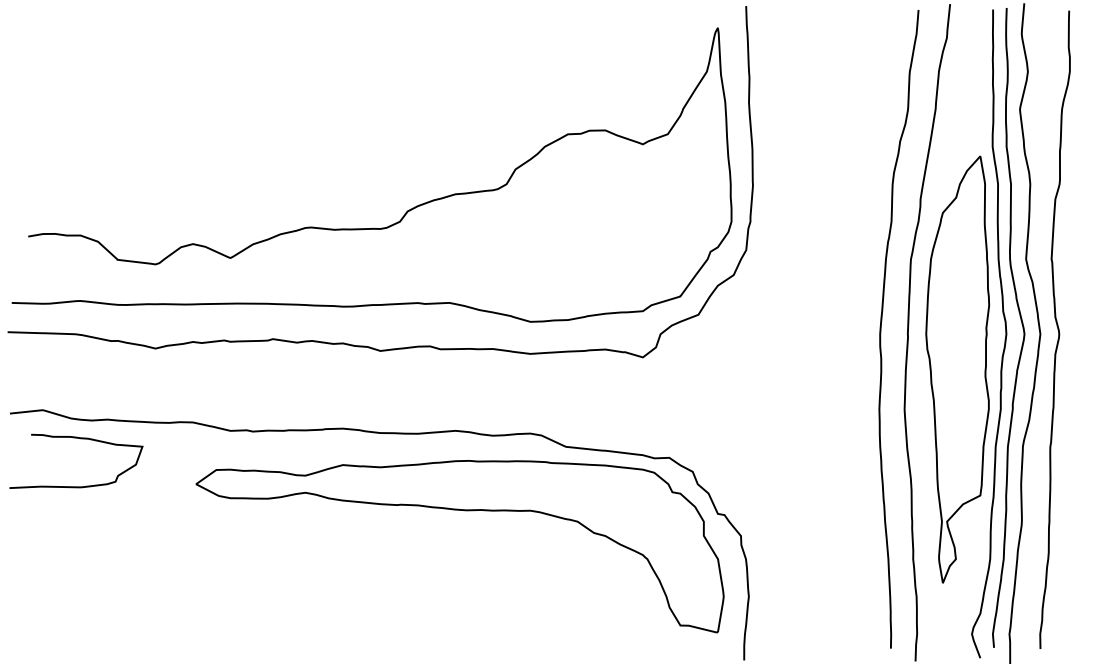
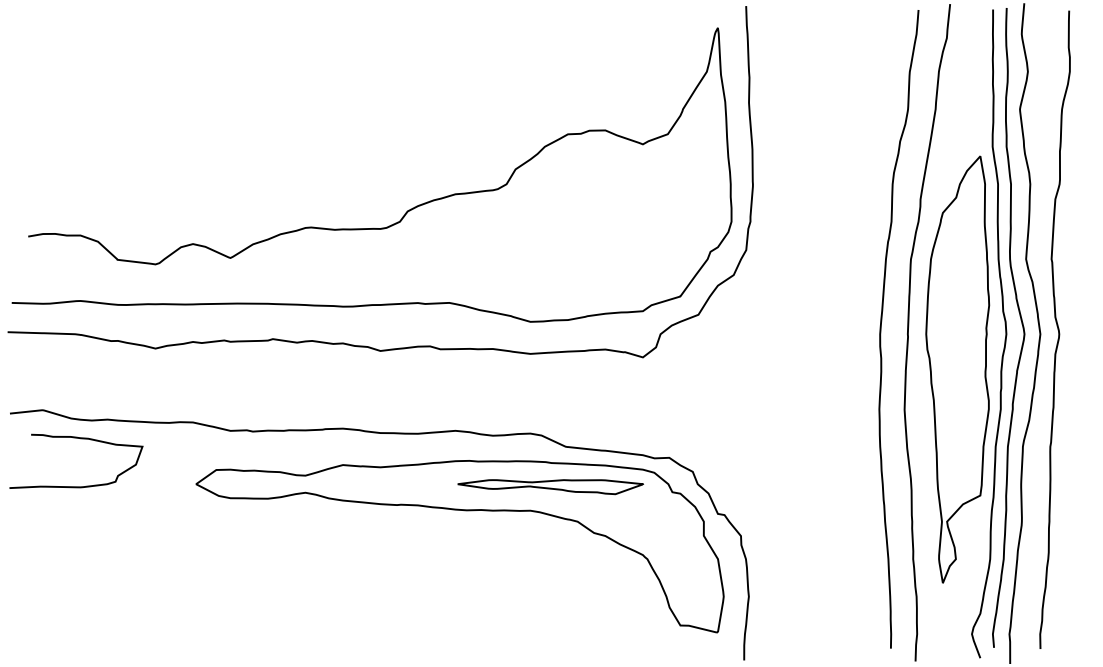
part at (550, 487): none -> present
